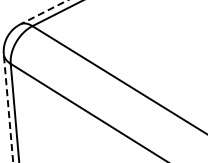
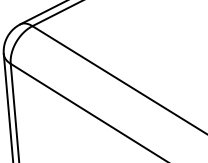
line at (43, 12): dashed -> solid
line at (8, 107): dashed -> solid
